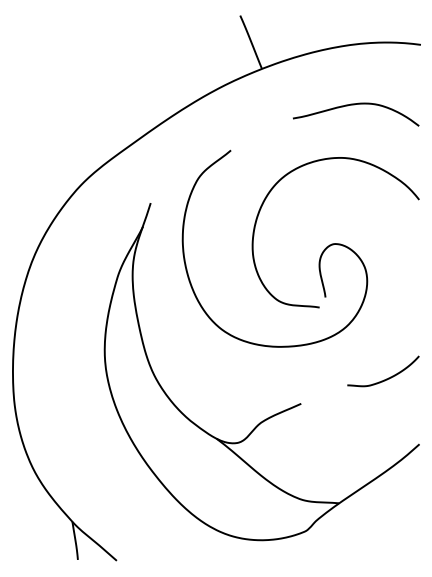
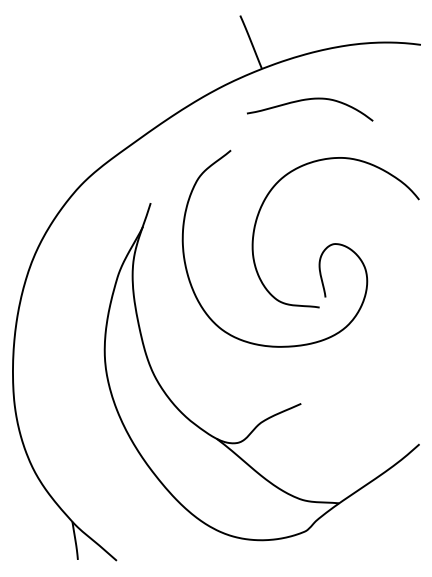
curve at (354, 105) position: (354, 105) -> (308, 100)
curve at (386, 378): present -> none
